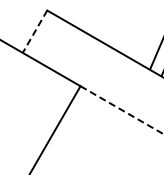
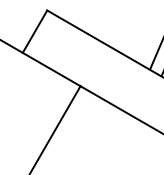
line at (34, 32): dashed -> solid
line at (122, 110): dashed -> solid
